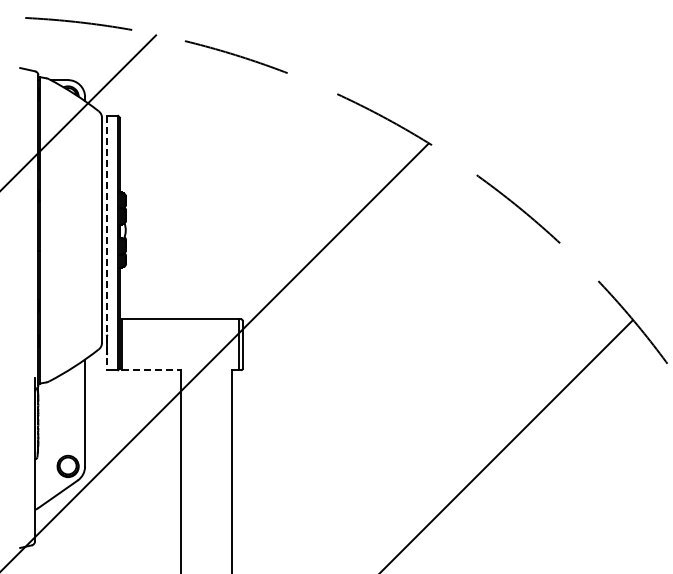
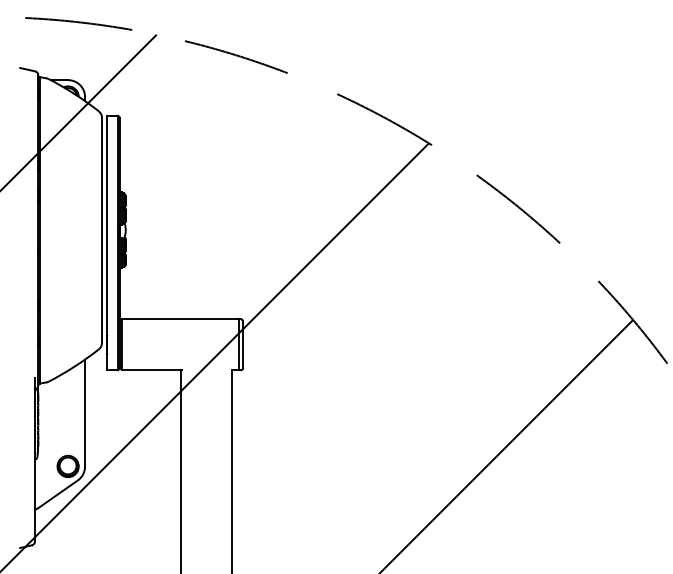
line at (107, 243): dashed -> solid
line at (151, 370): dashed -> solid
